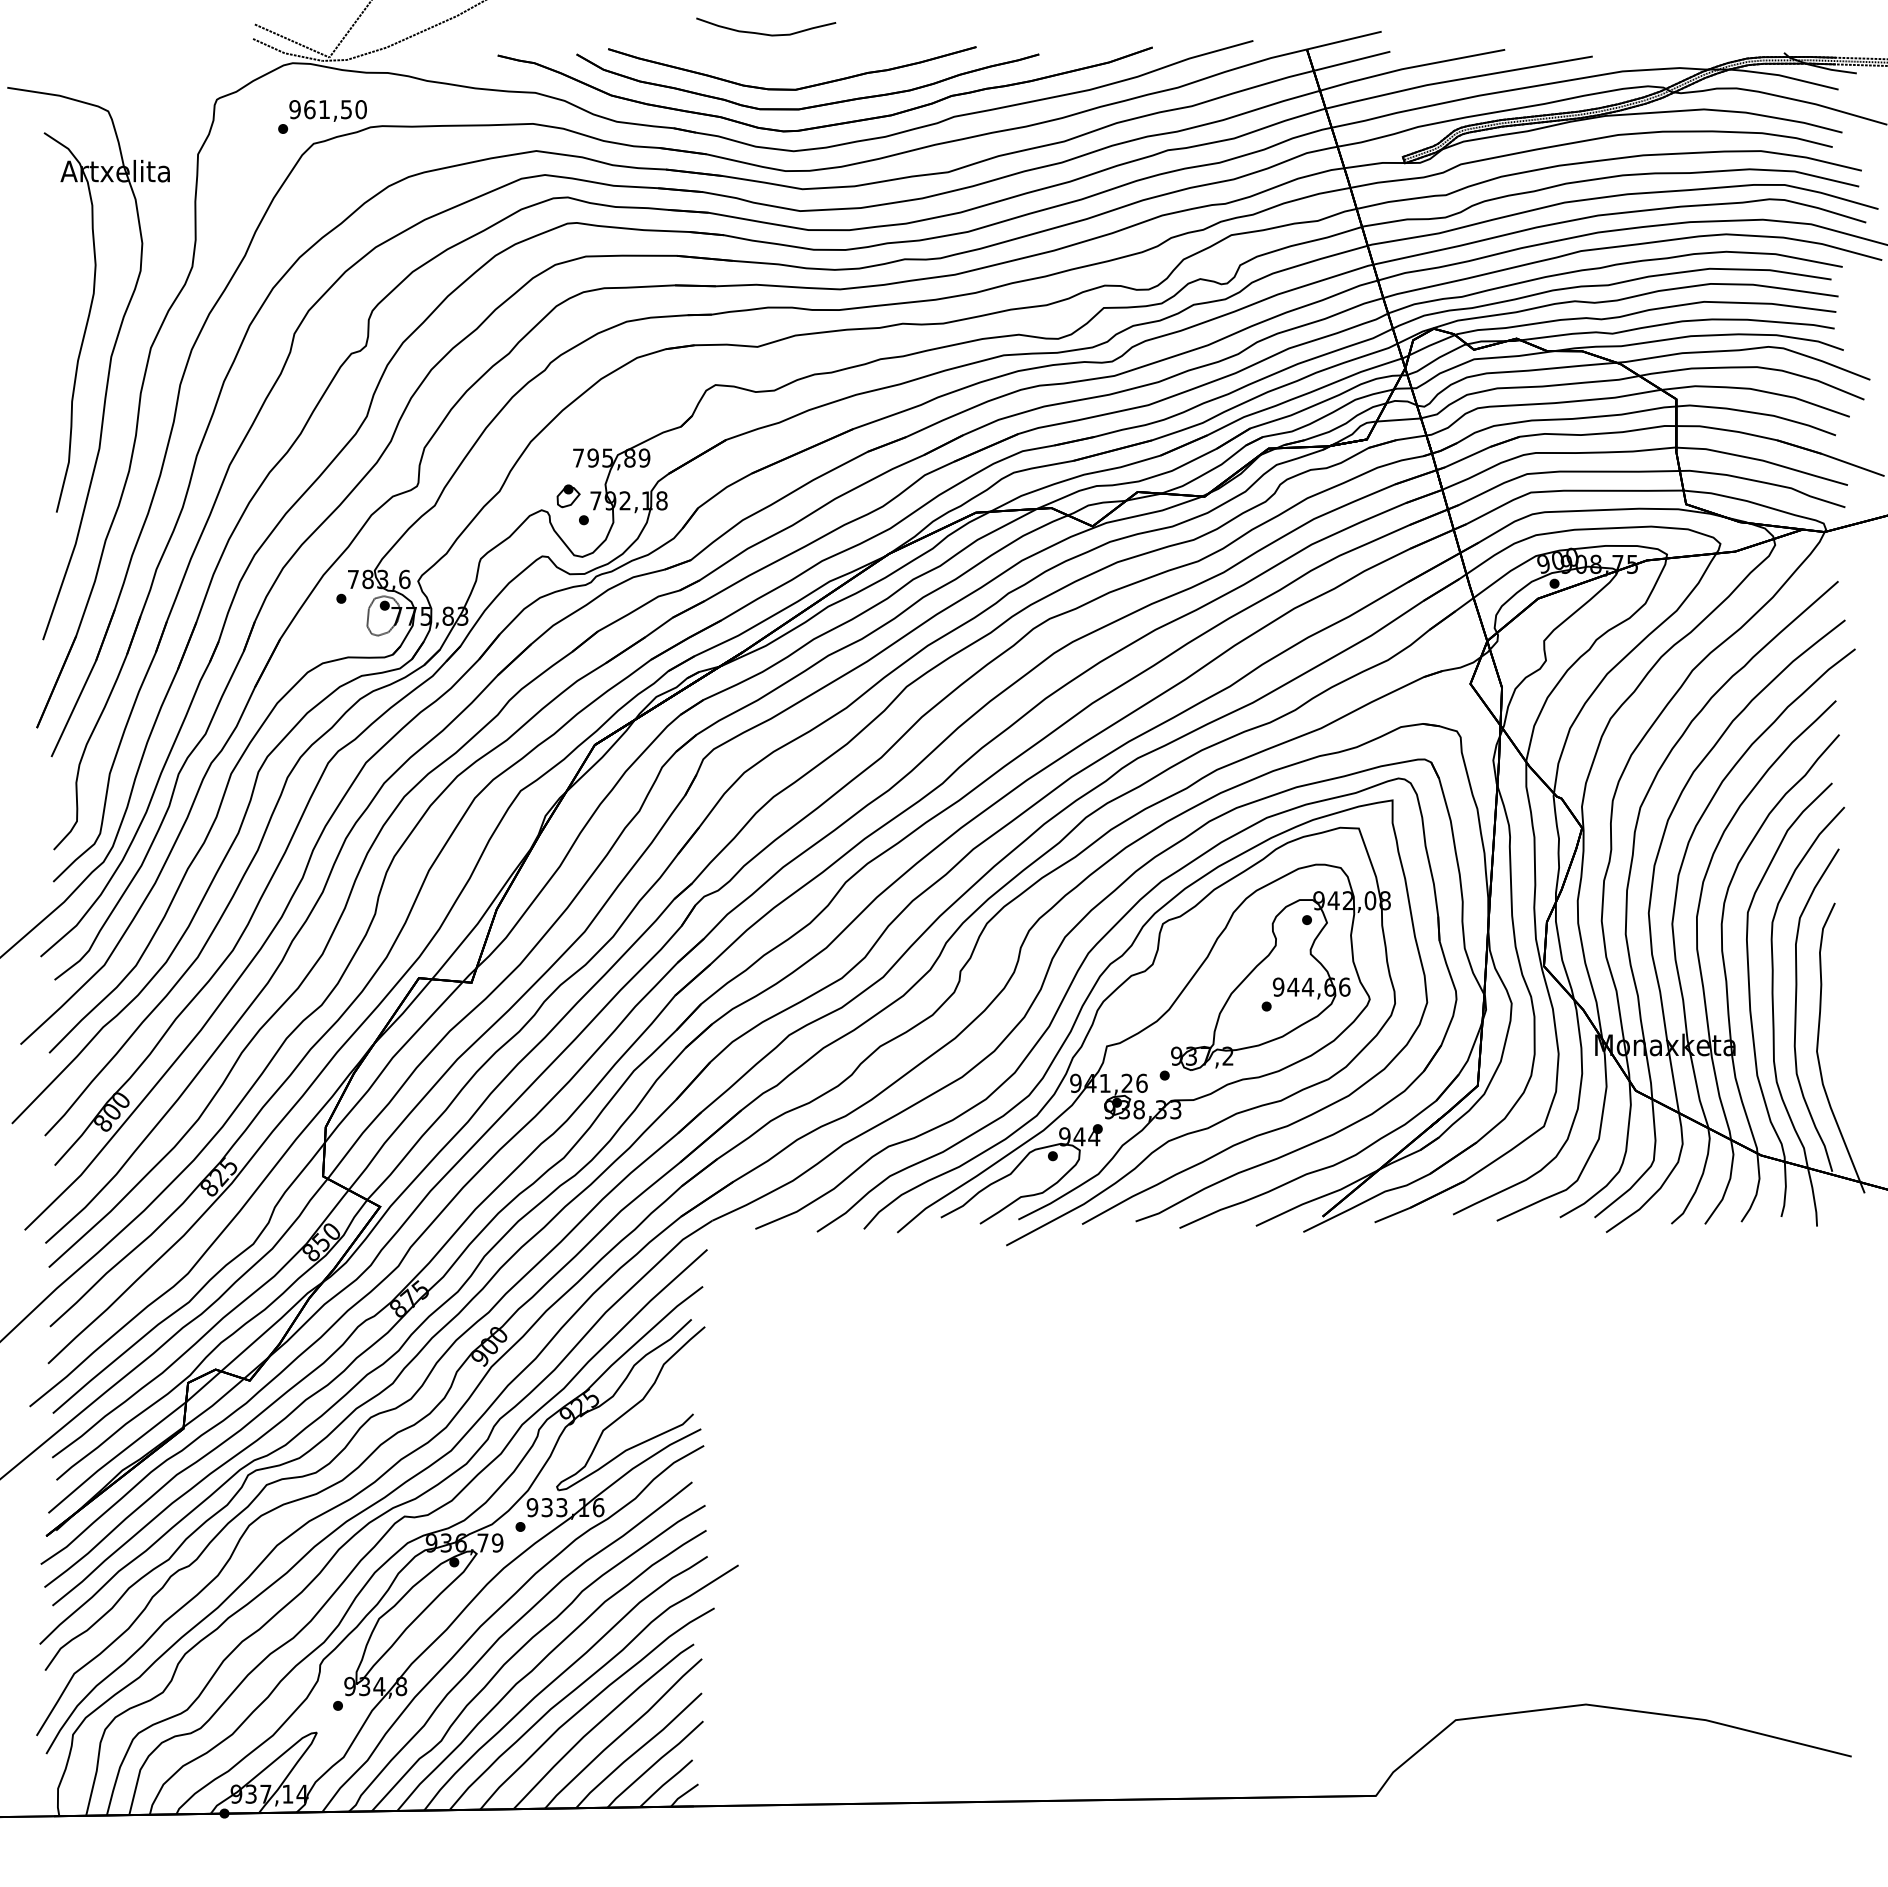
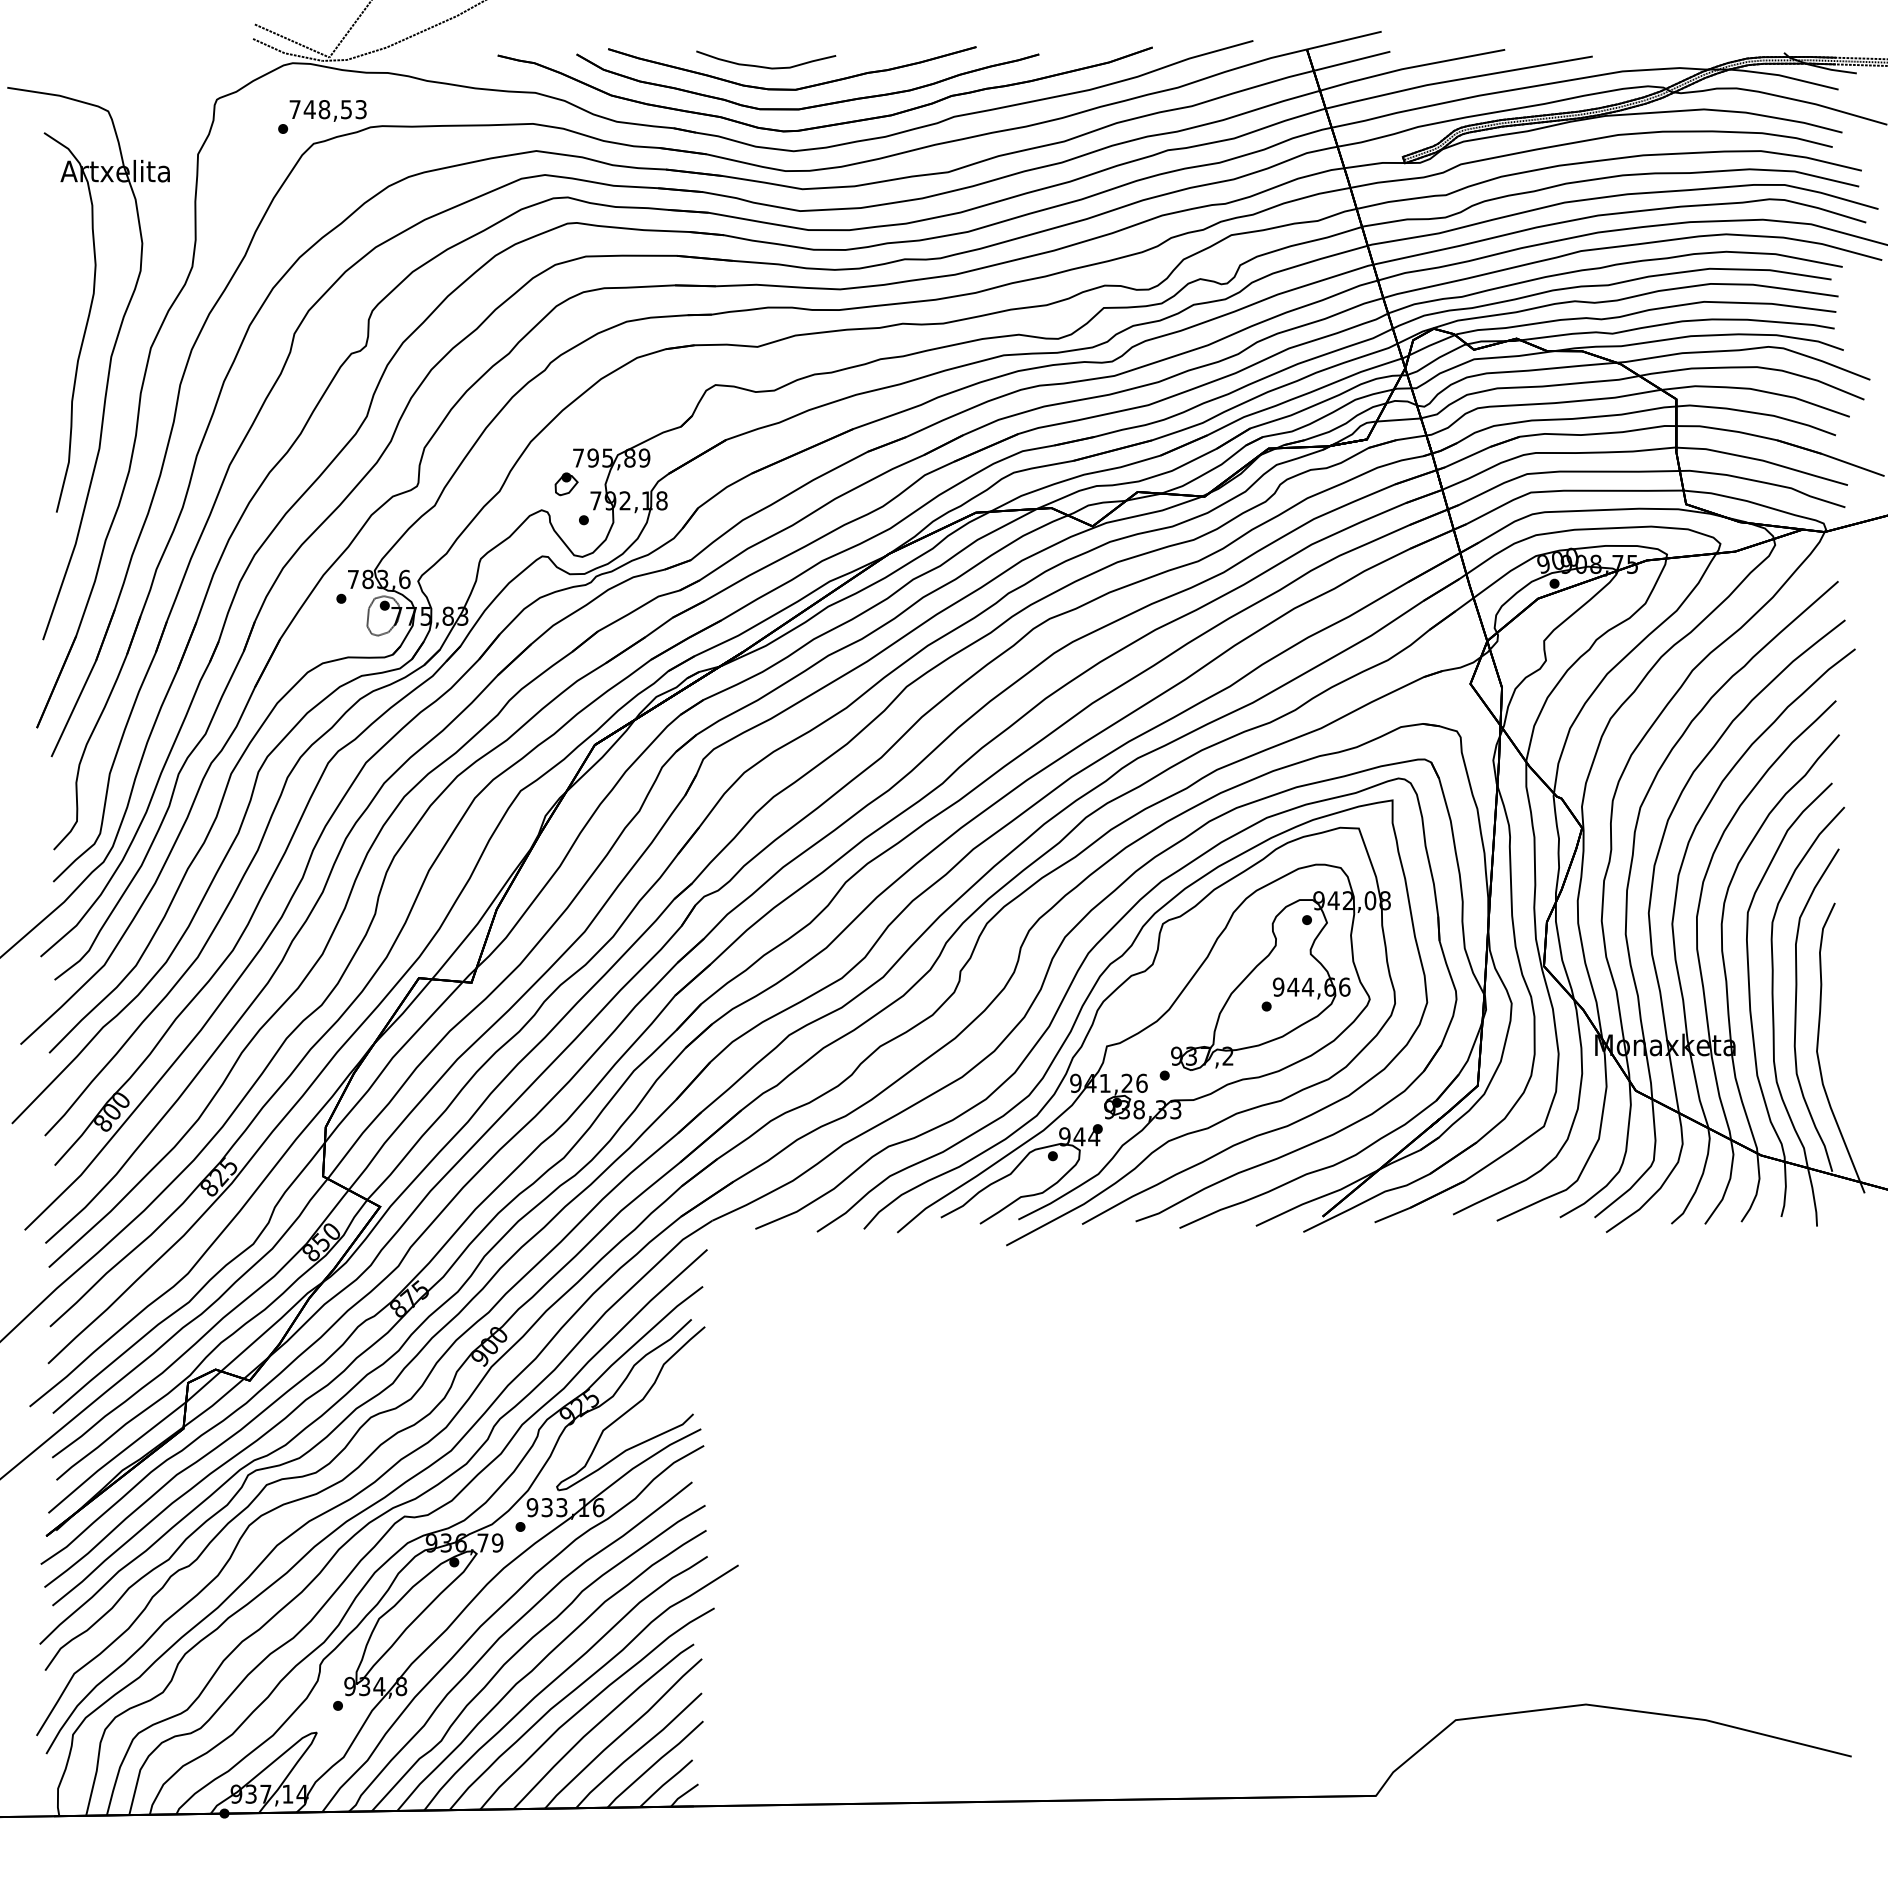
curve at (766, 33) position: (766, 33) -> (766, 66)
text at (327, 109): 961,50 -> 748,53
part at (568, 496) position: (568, 496) -> (566, 484)
